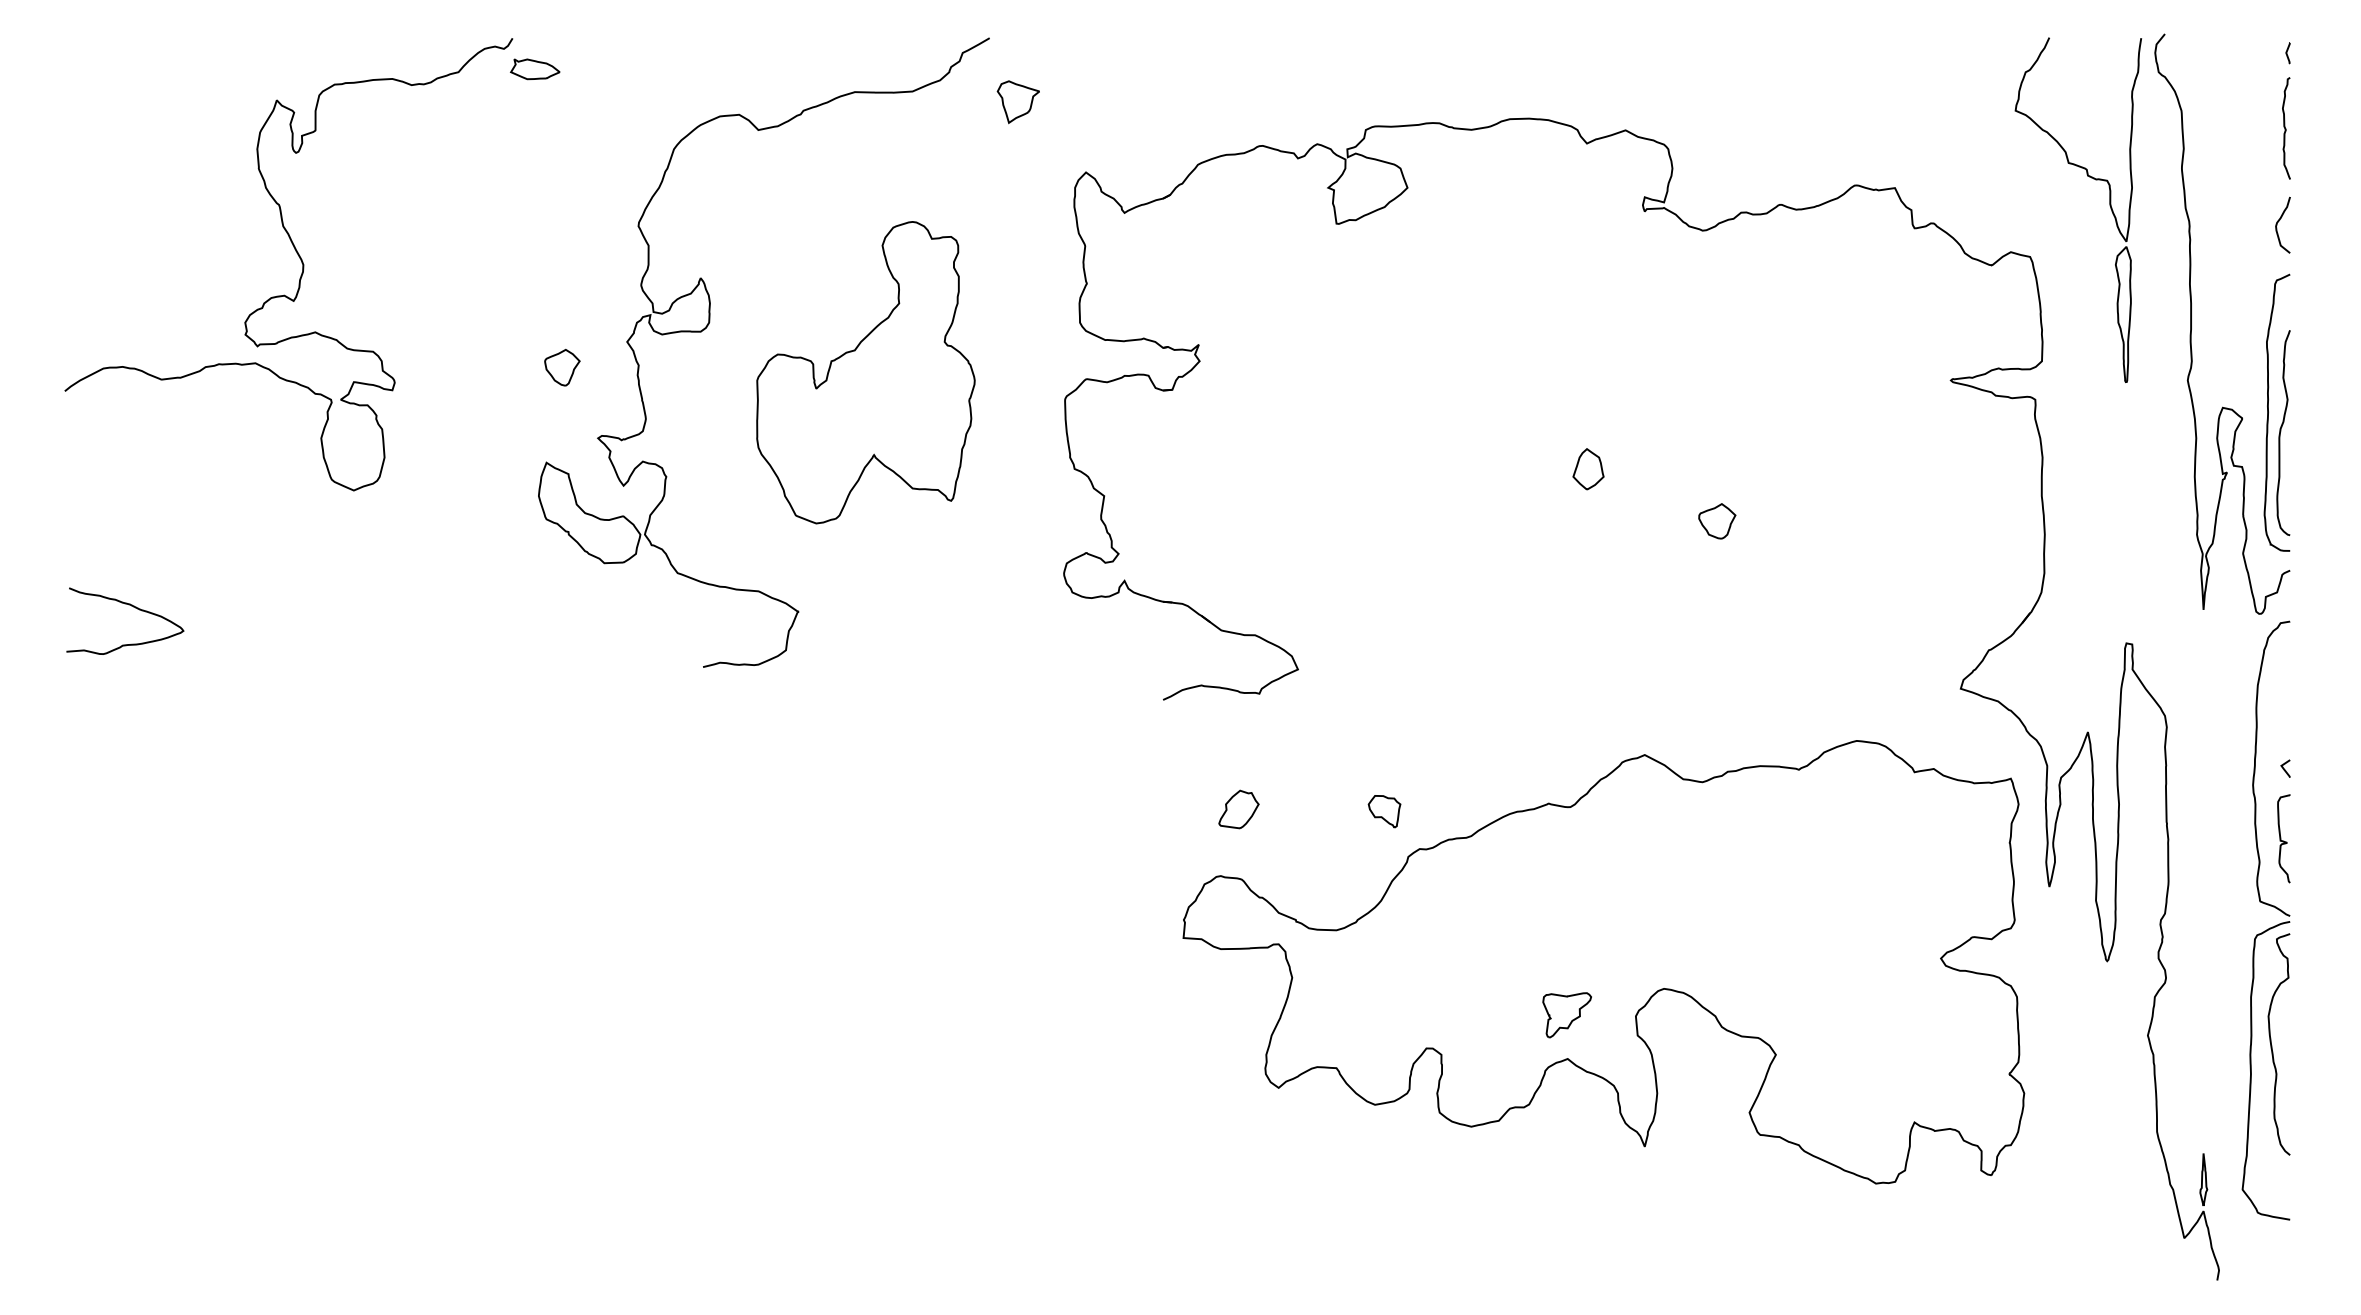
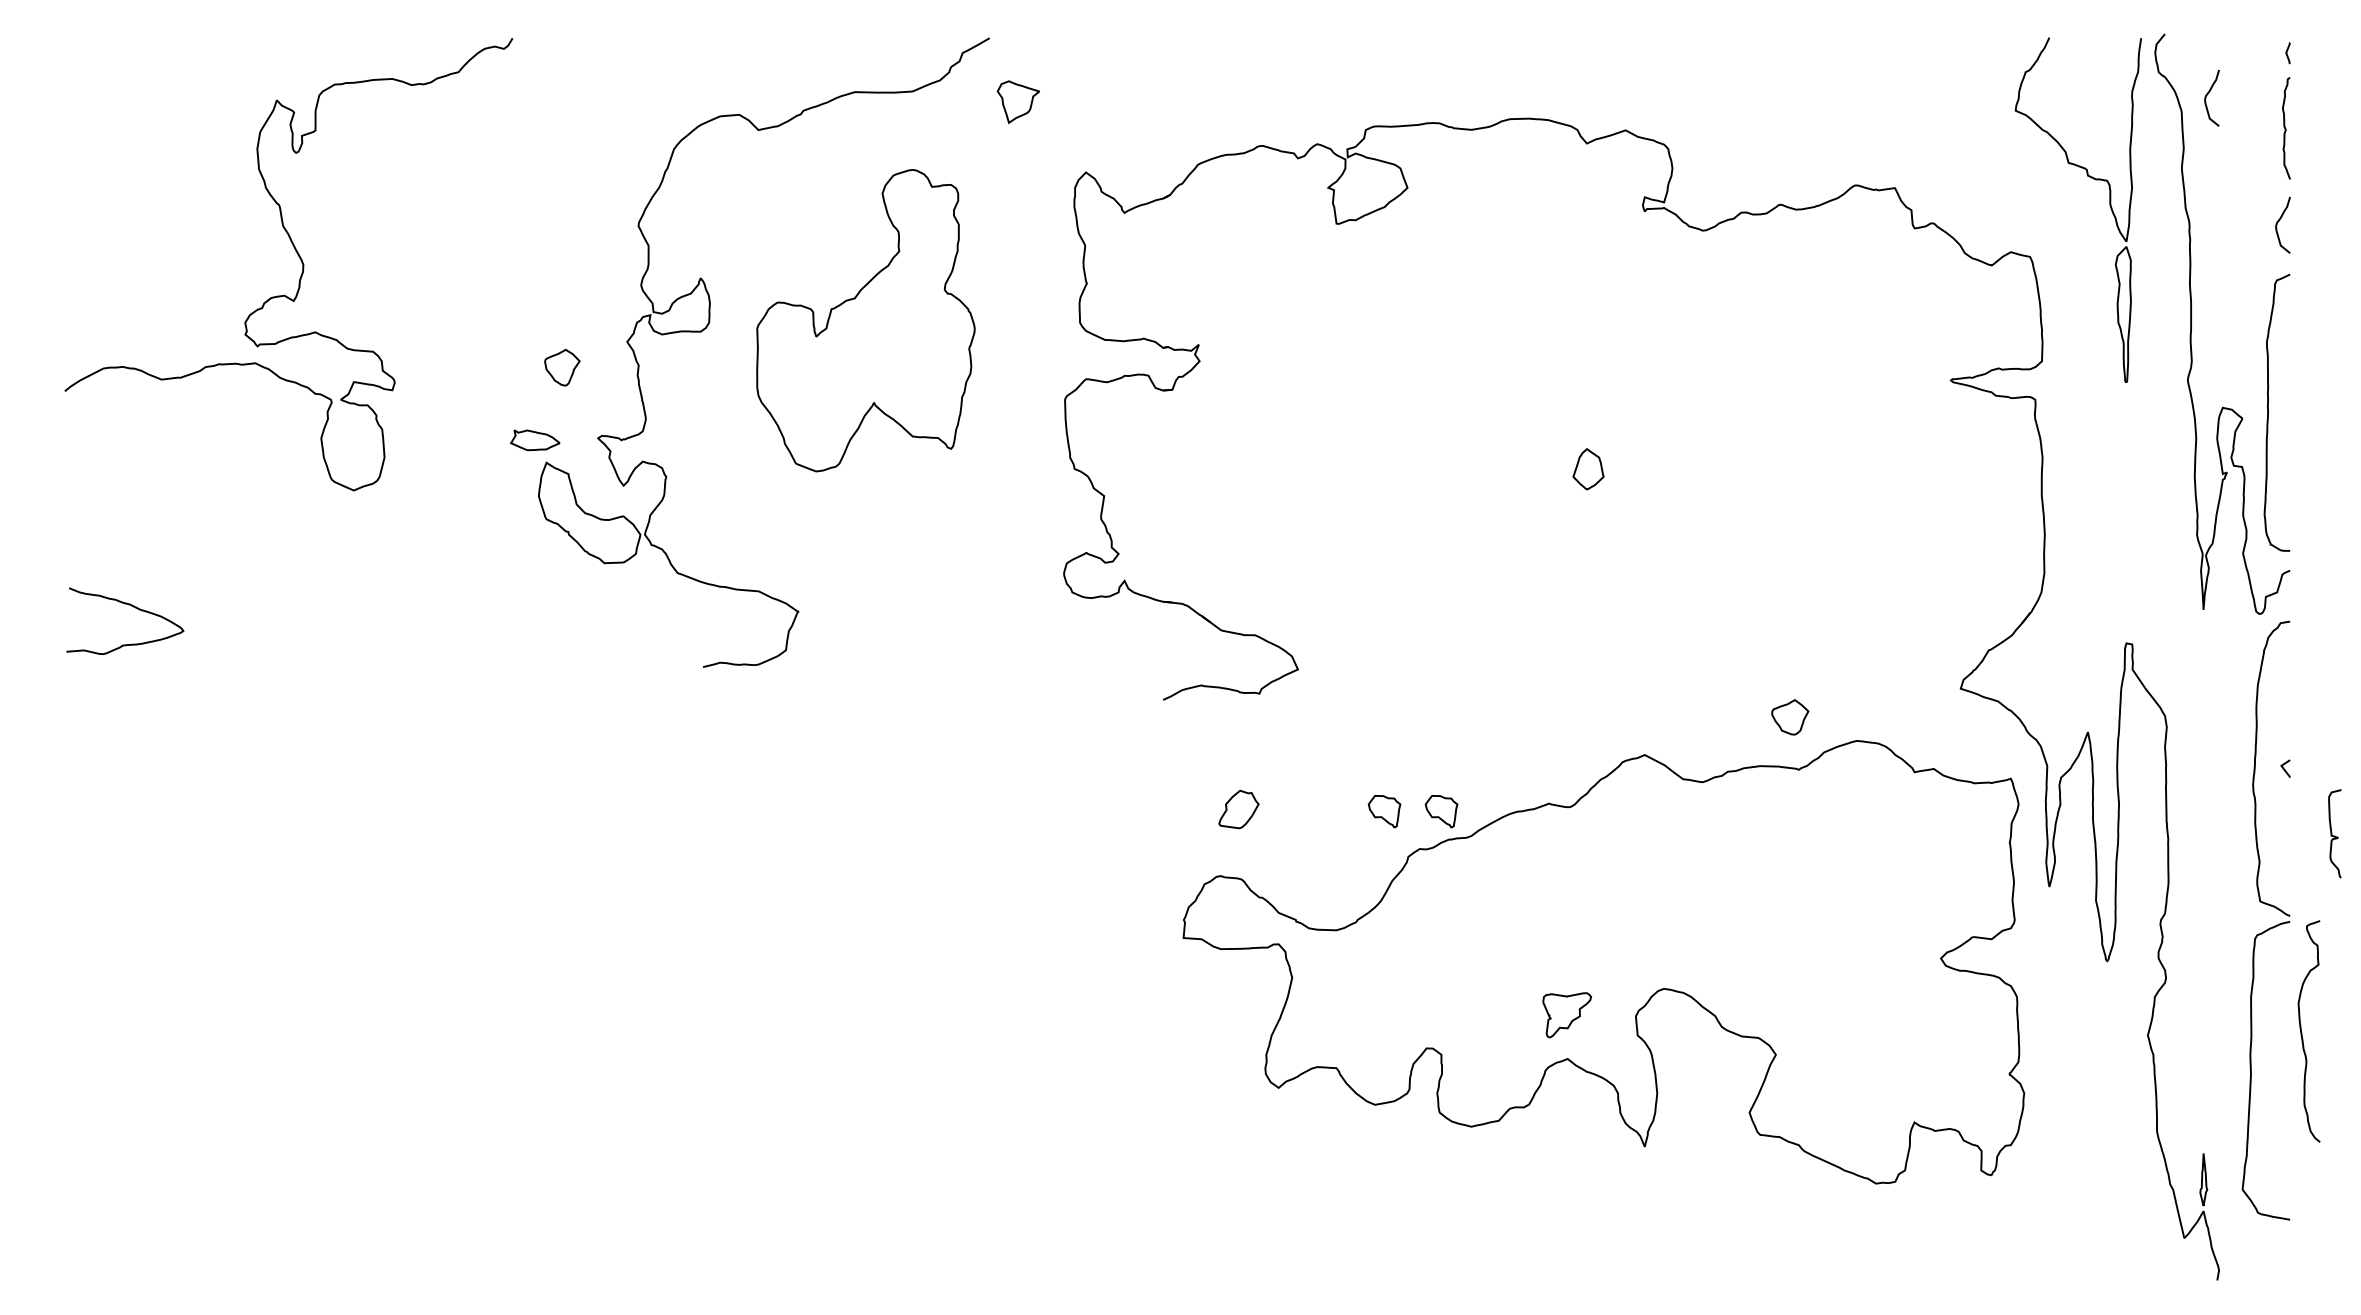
part at (535, 69) position: (535, 69) -> (535, 440)
curve at (2208, 94): none -> present
part at (865, 372) position: (865, 372) -> (865, 320)
curve at (2281, 431): present -> none
part at (1717, 521) position: (1717, 521) -> (1790, 717)
part at (1441, 811): none -> present
curve at (2281, 838) position: (2281, 838) -> (2332, 833)
curve at (2272, 1045) position: (2272, 1045) -> (2302, 1032)
